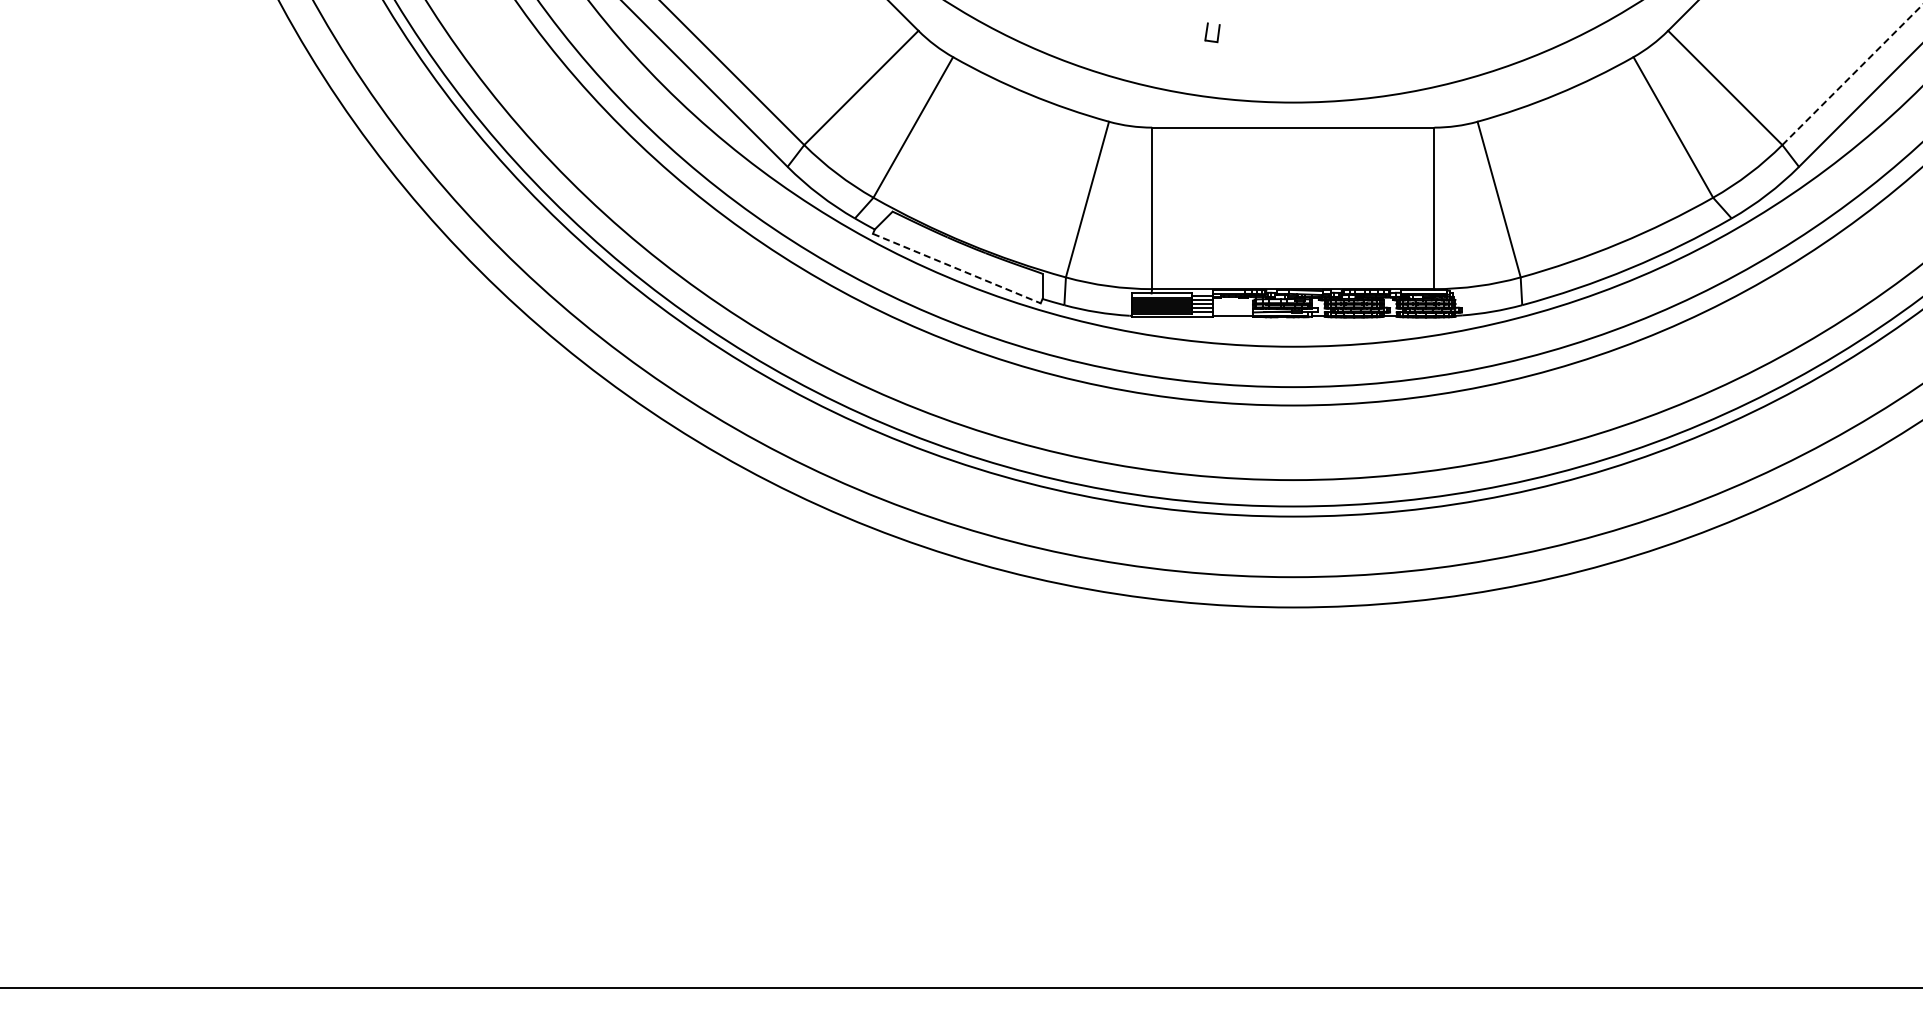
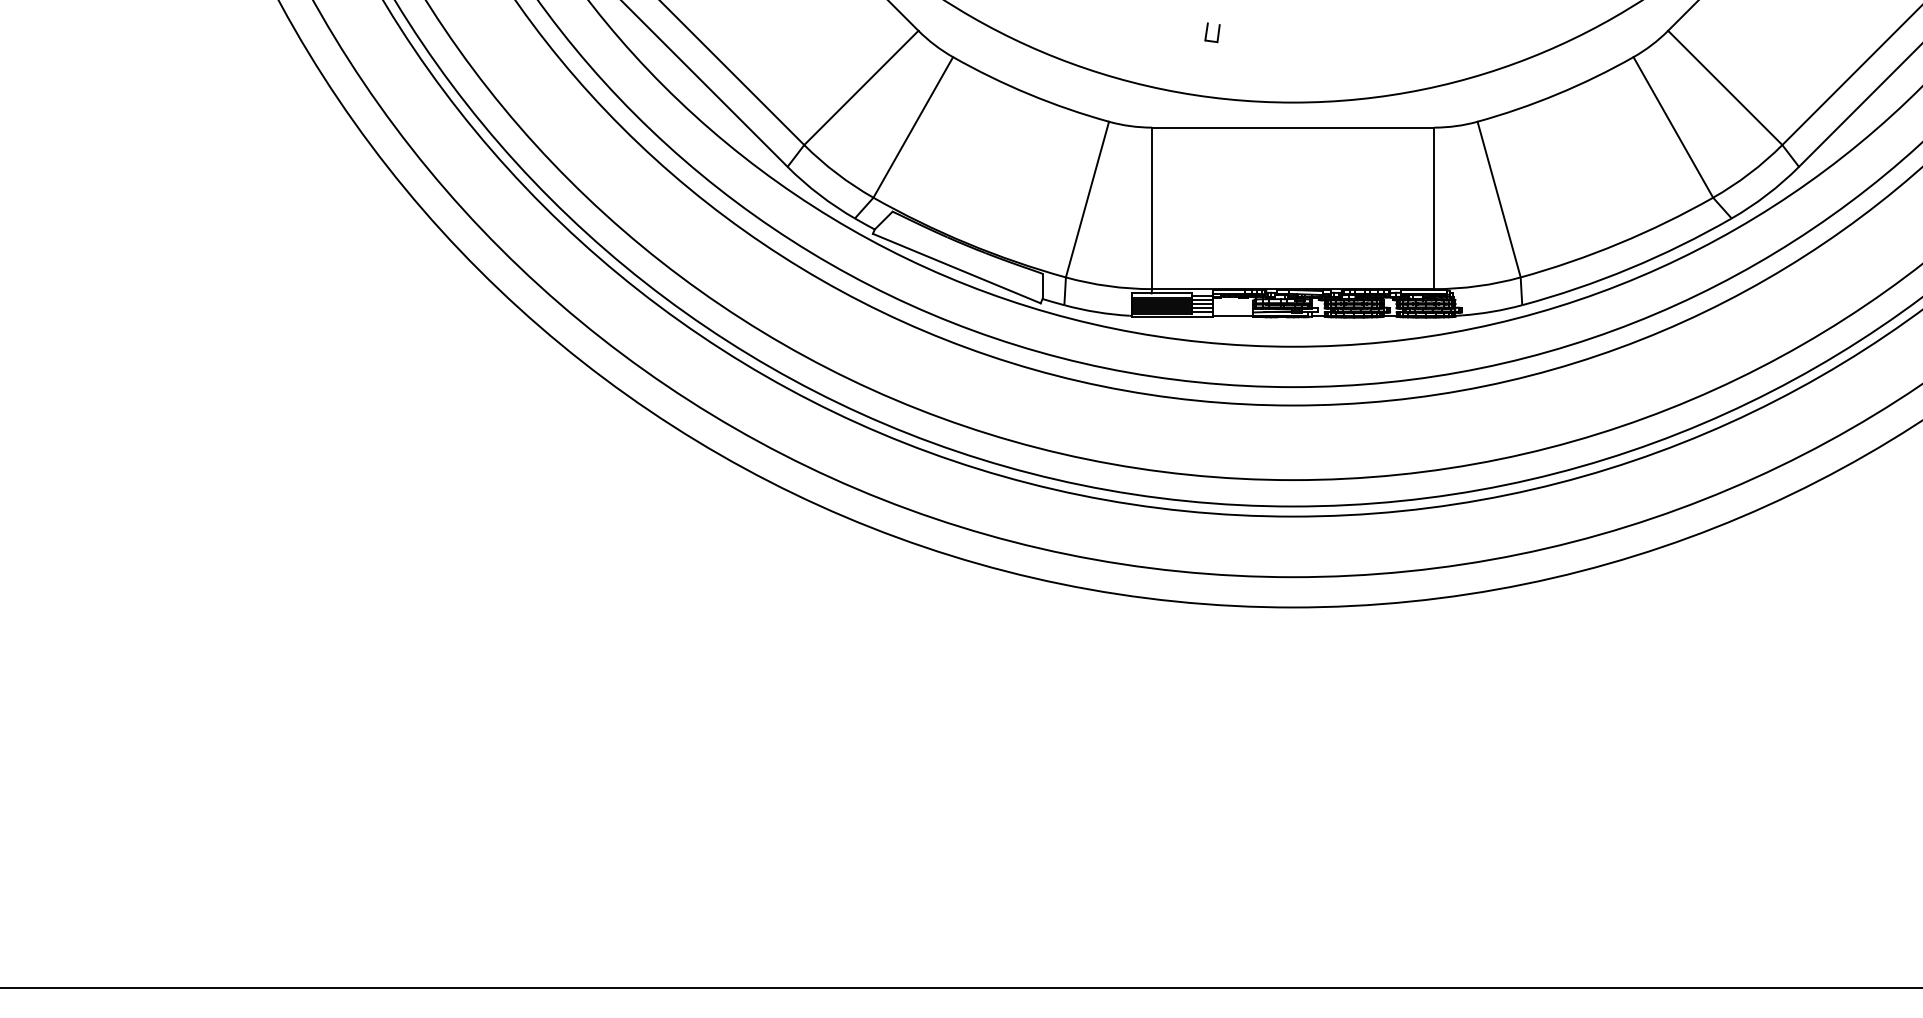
line at (1852, 74): dashed -> solid
line at (956, 268): dashed -> solid
